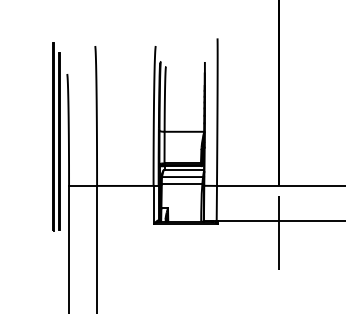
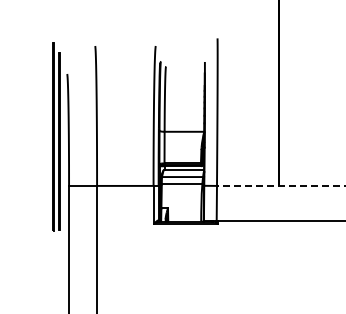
line at (280, 185): solid -> dashed
line at (279, 232): present -> none
